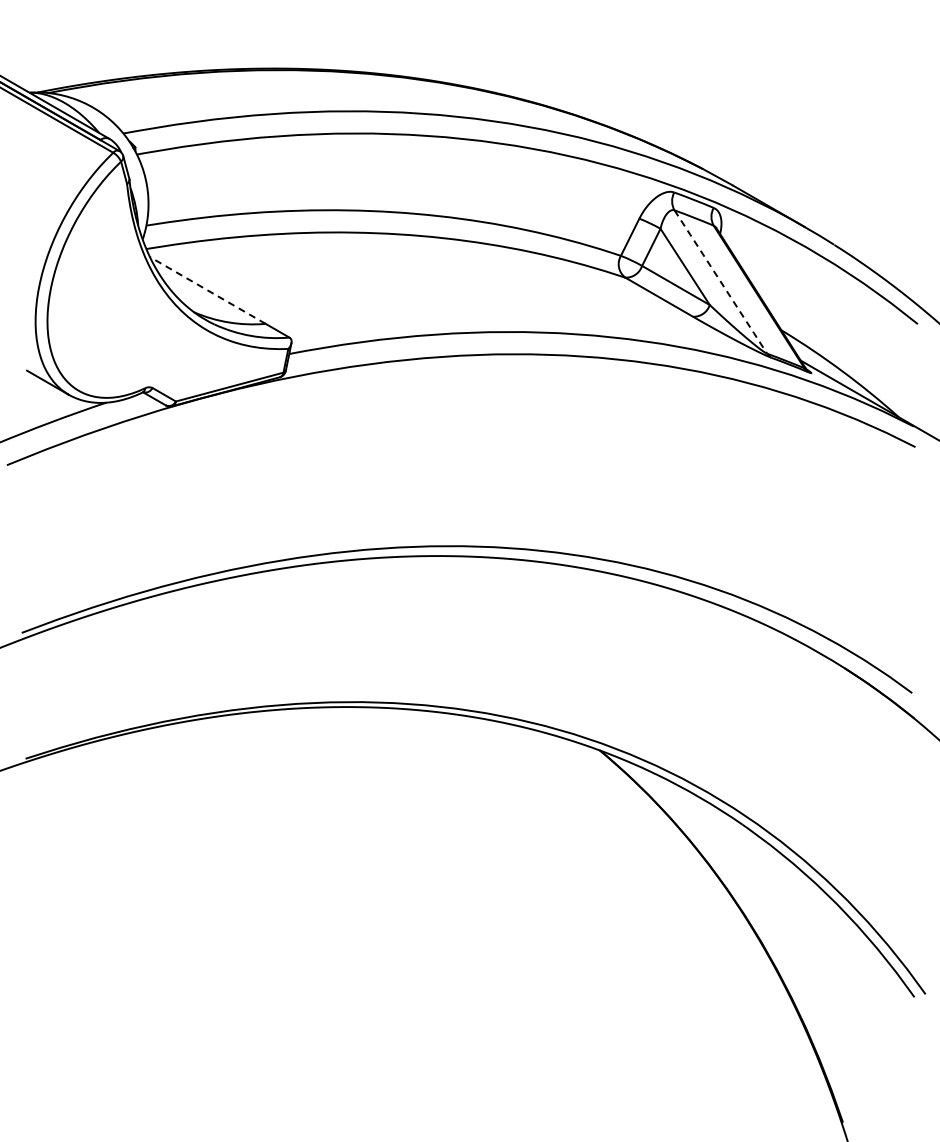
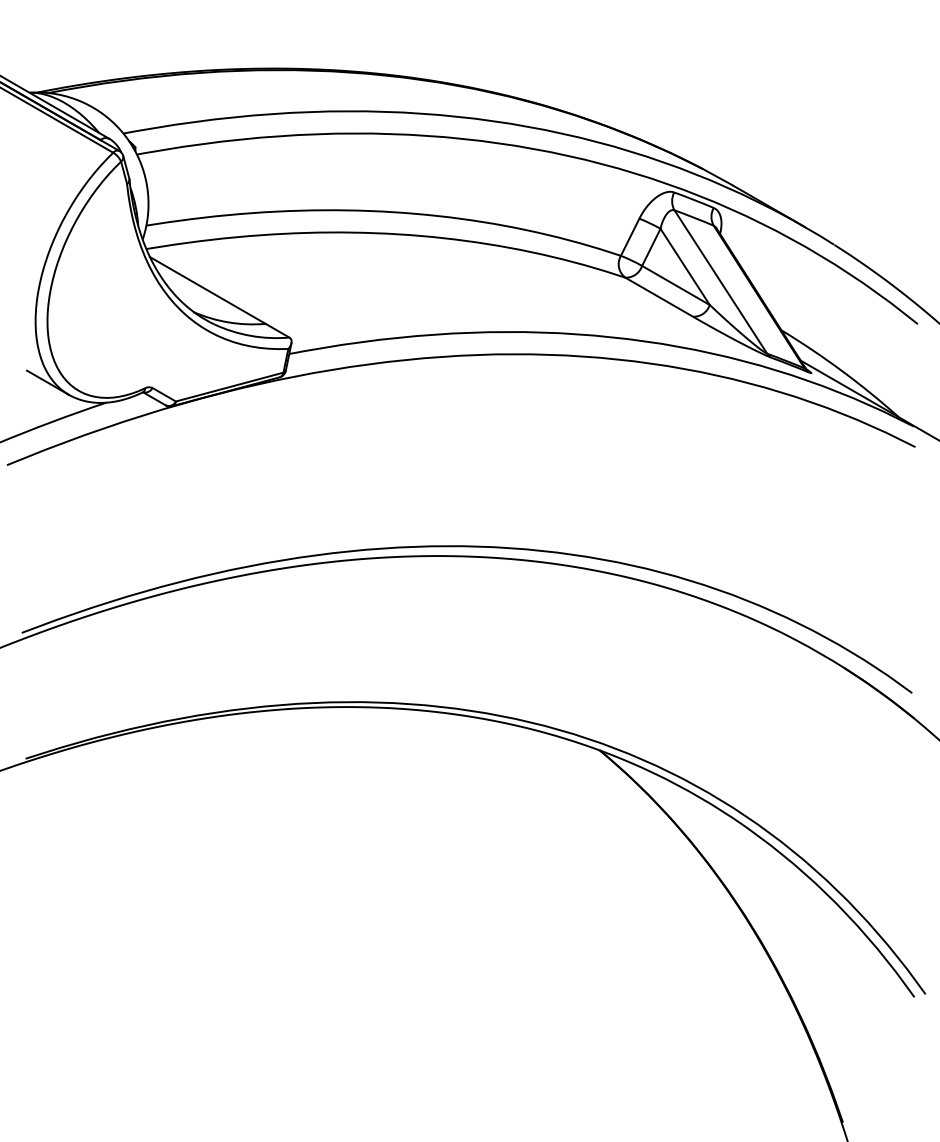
line at (720, 281): dashed -> solid
line at (207, 290): dashed -> solid
